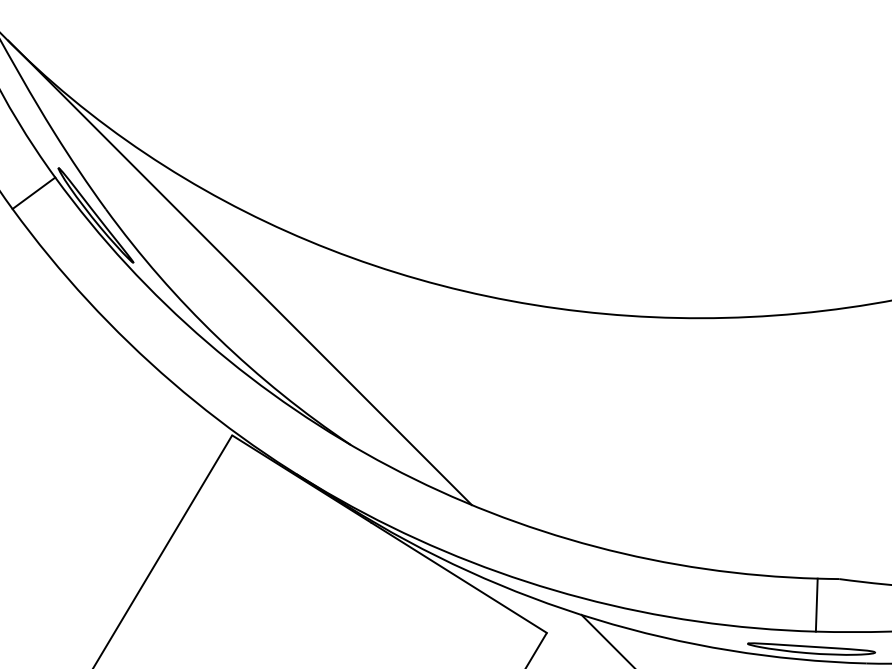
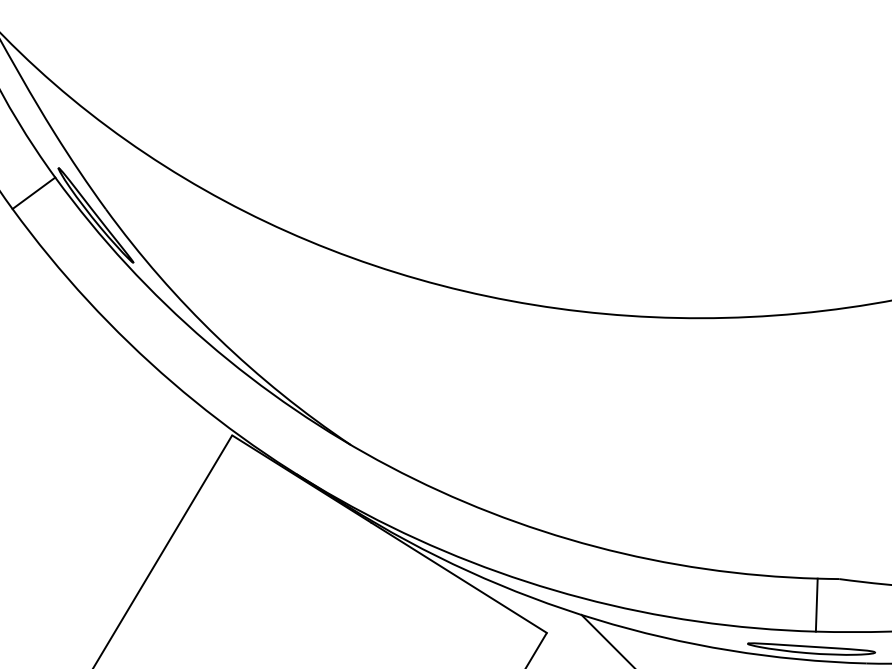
line at (239, 272): present -> none
